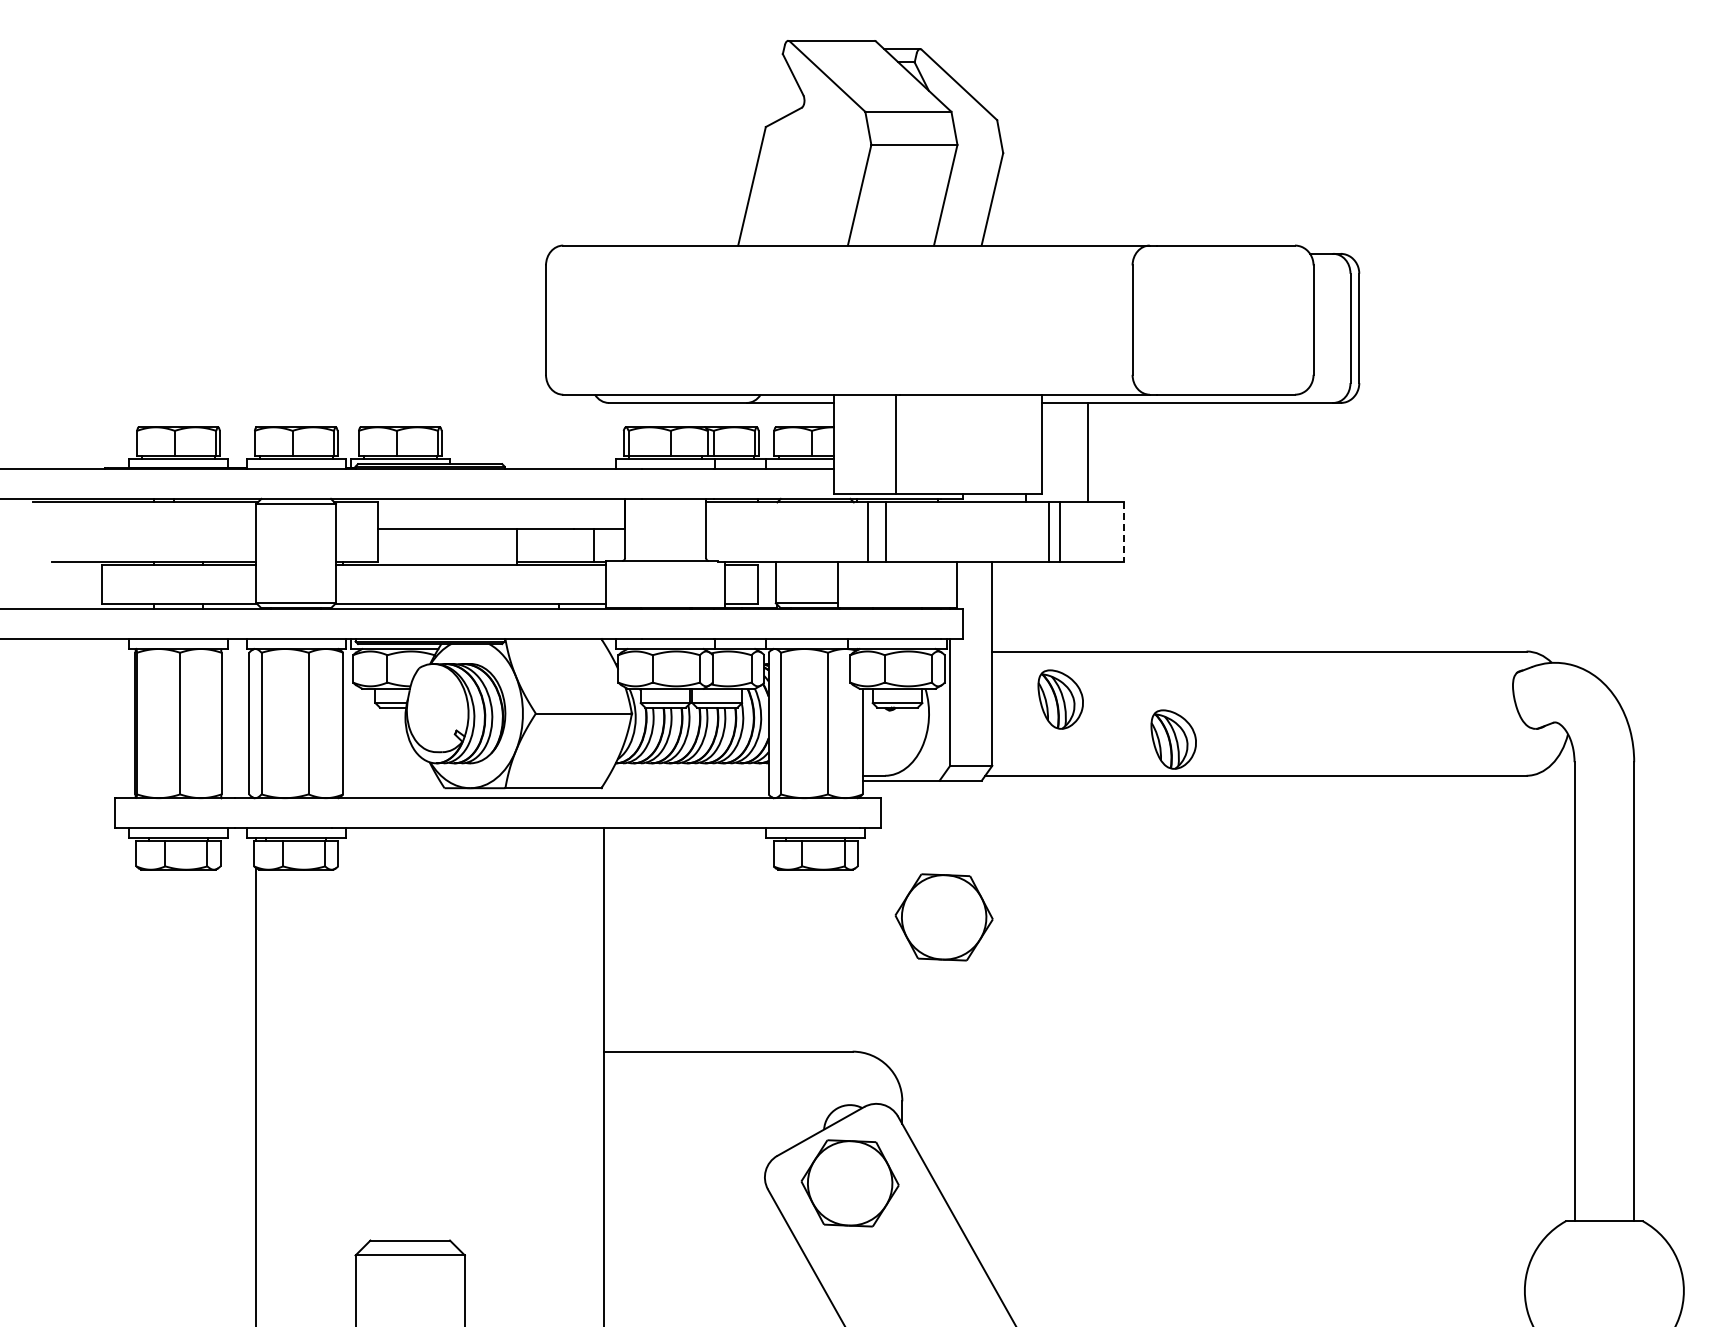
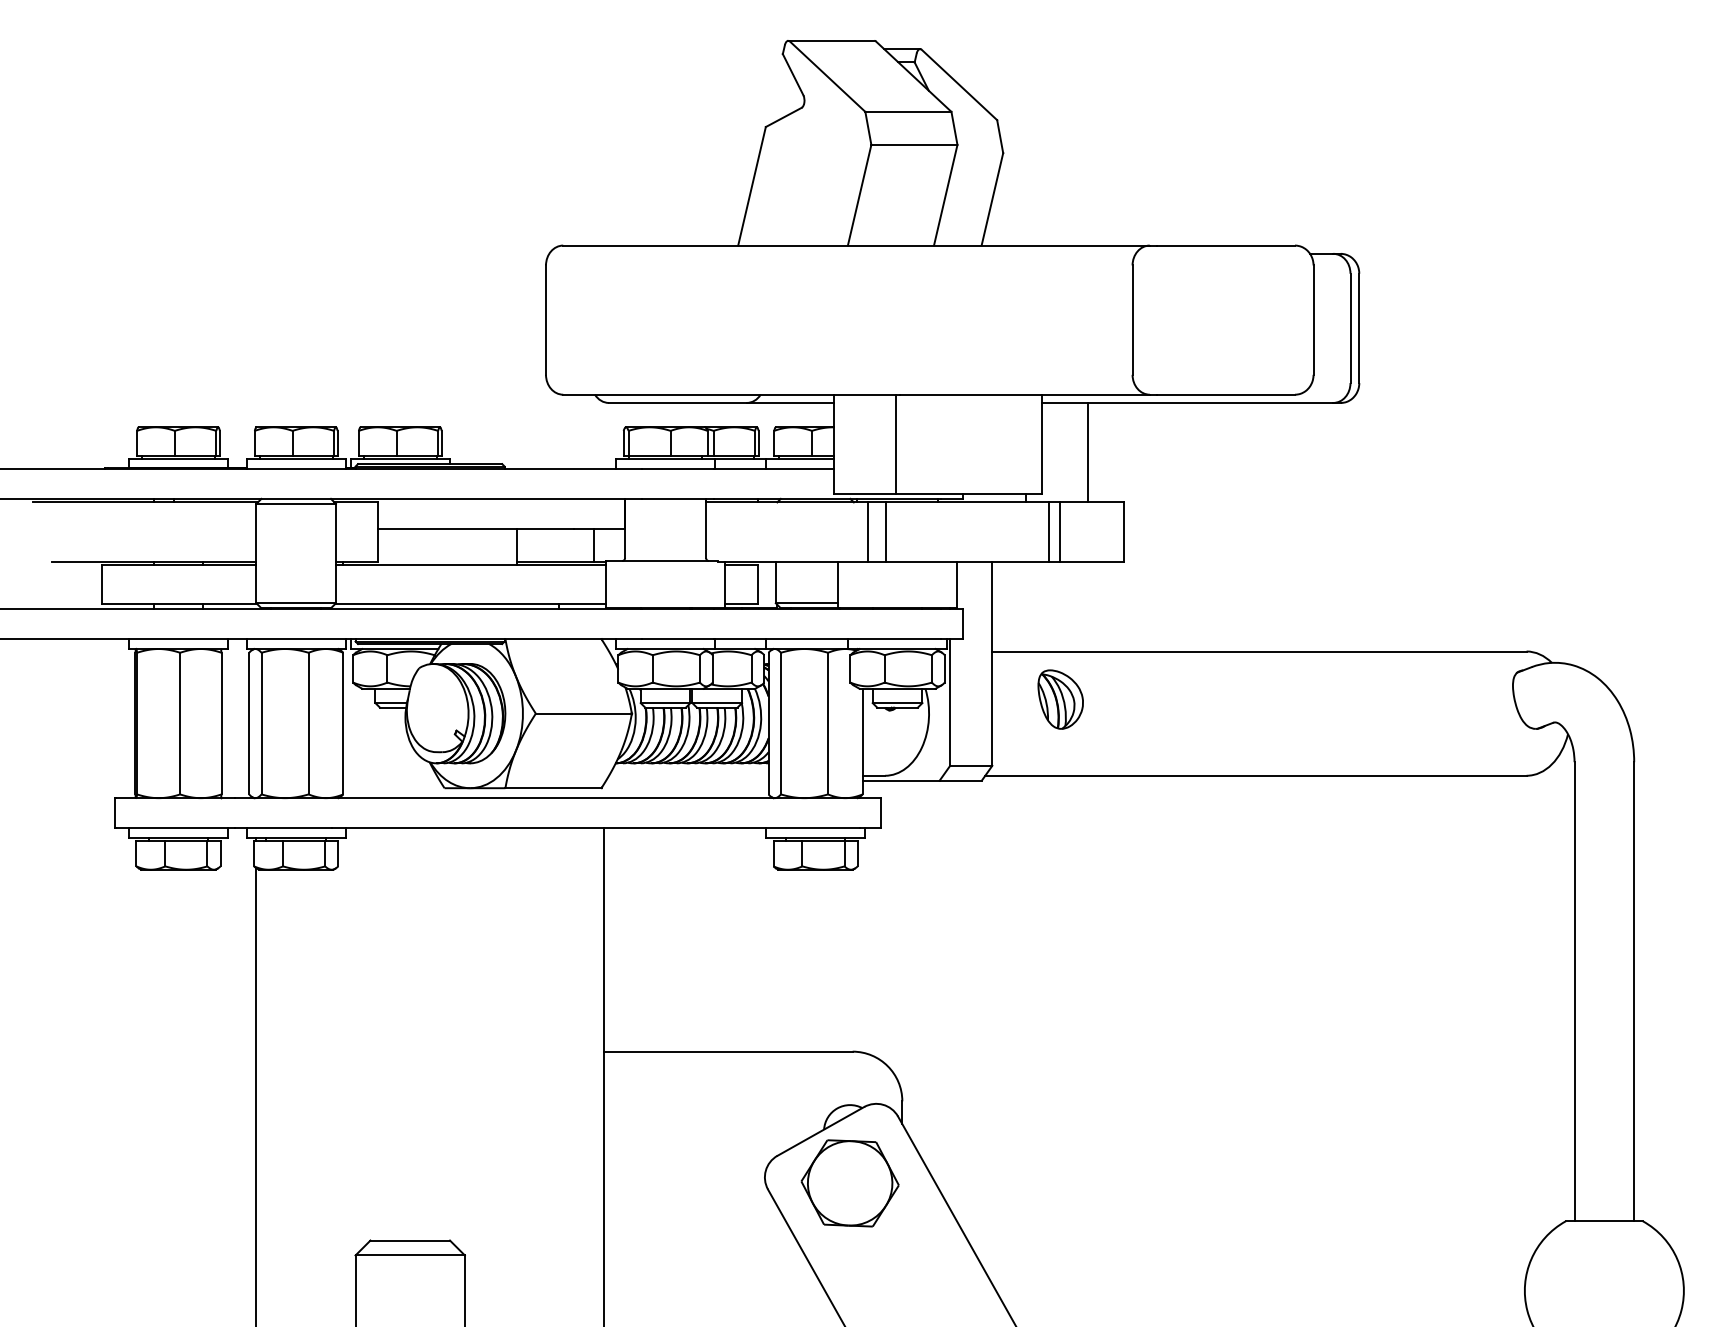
line at (1124, 532): dashed -> solid
part at (1173, 739): present -> none
part at (943, 917): present -> none
